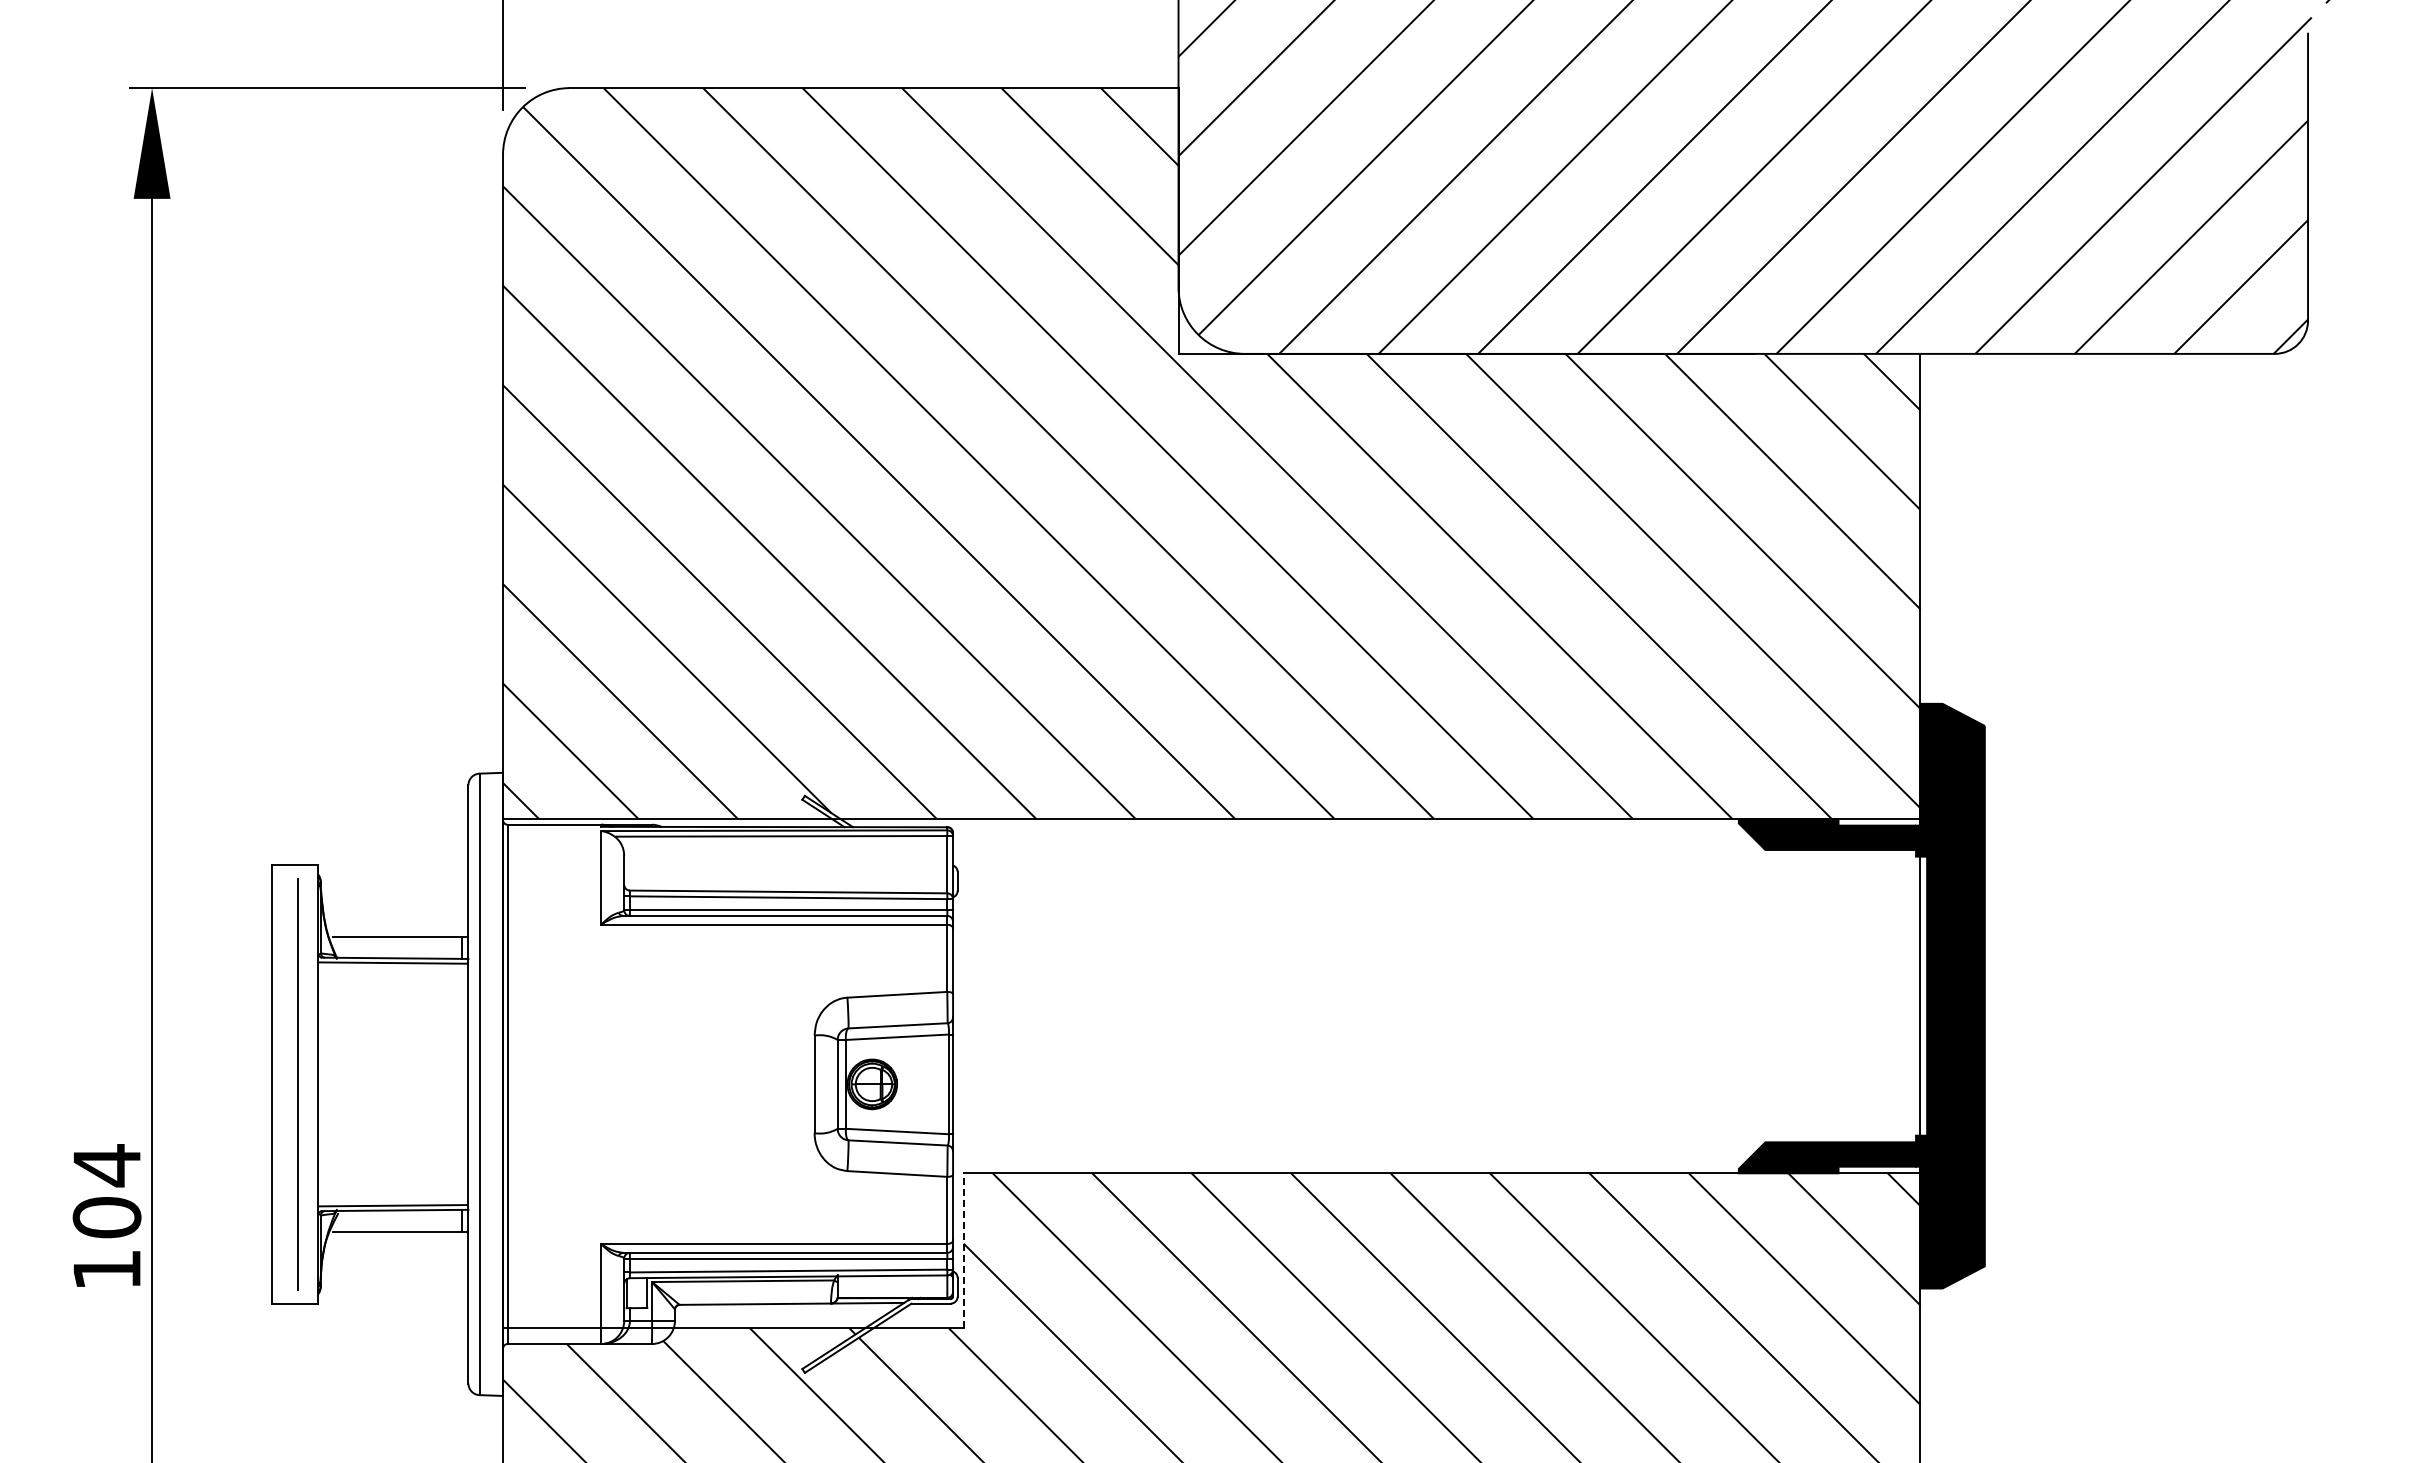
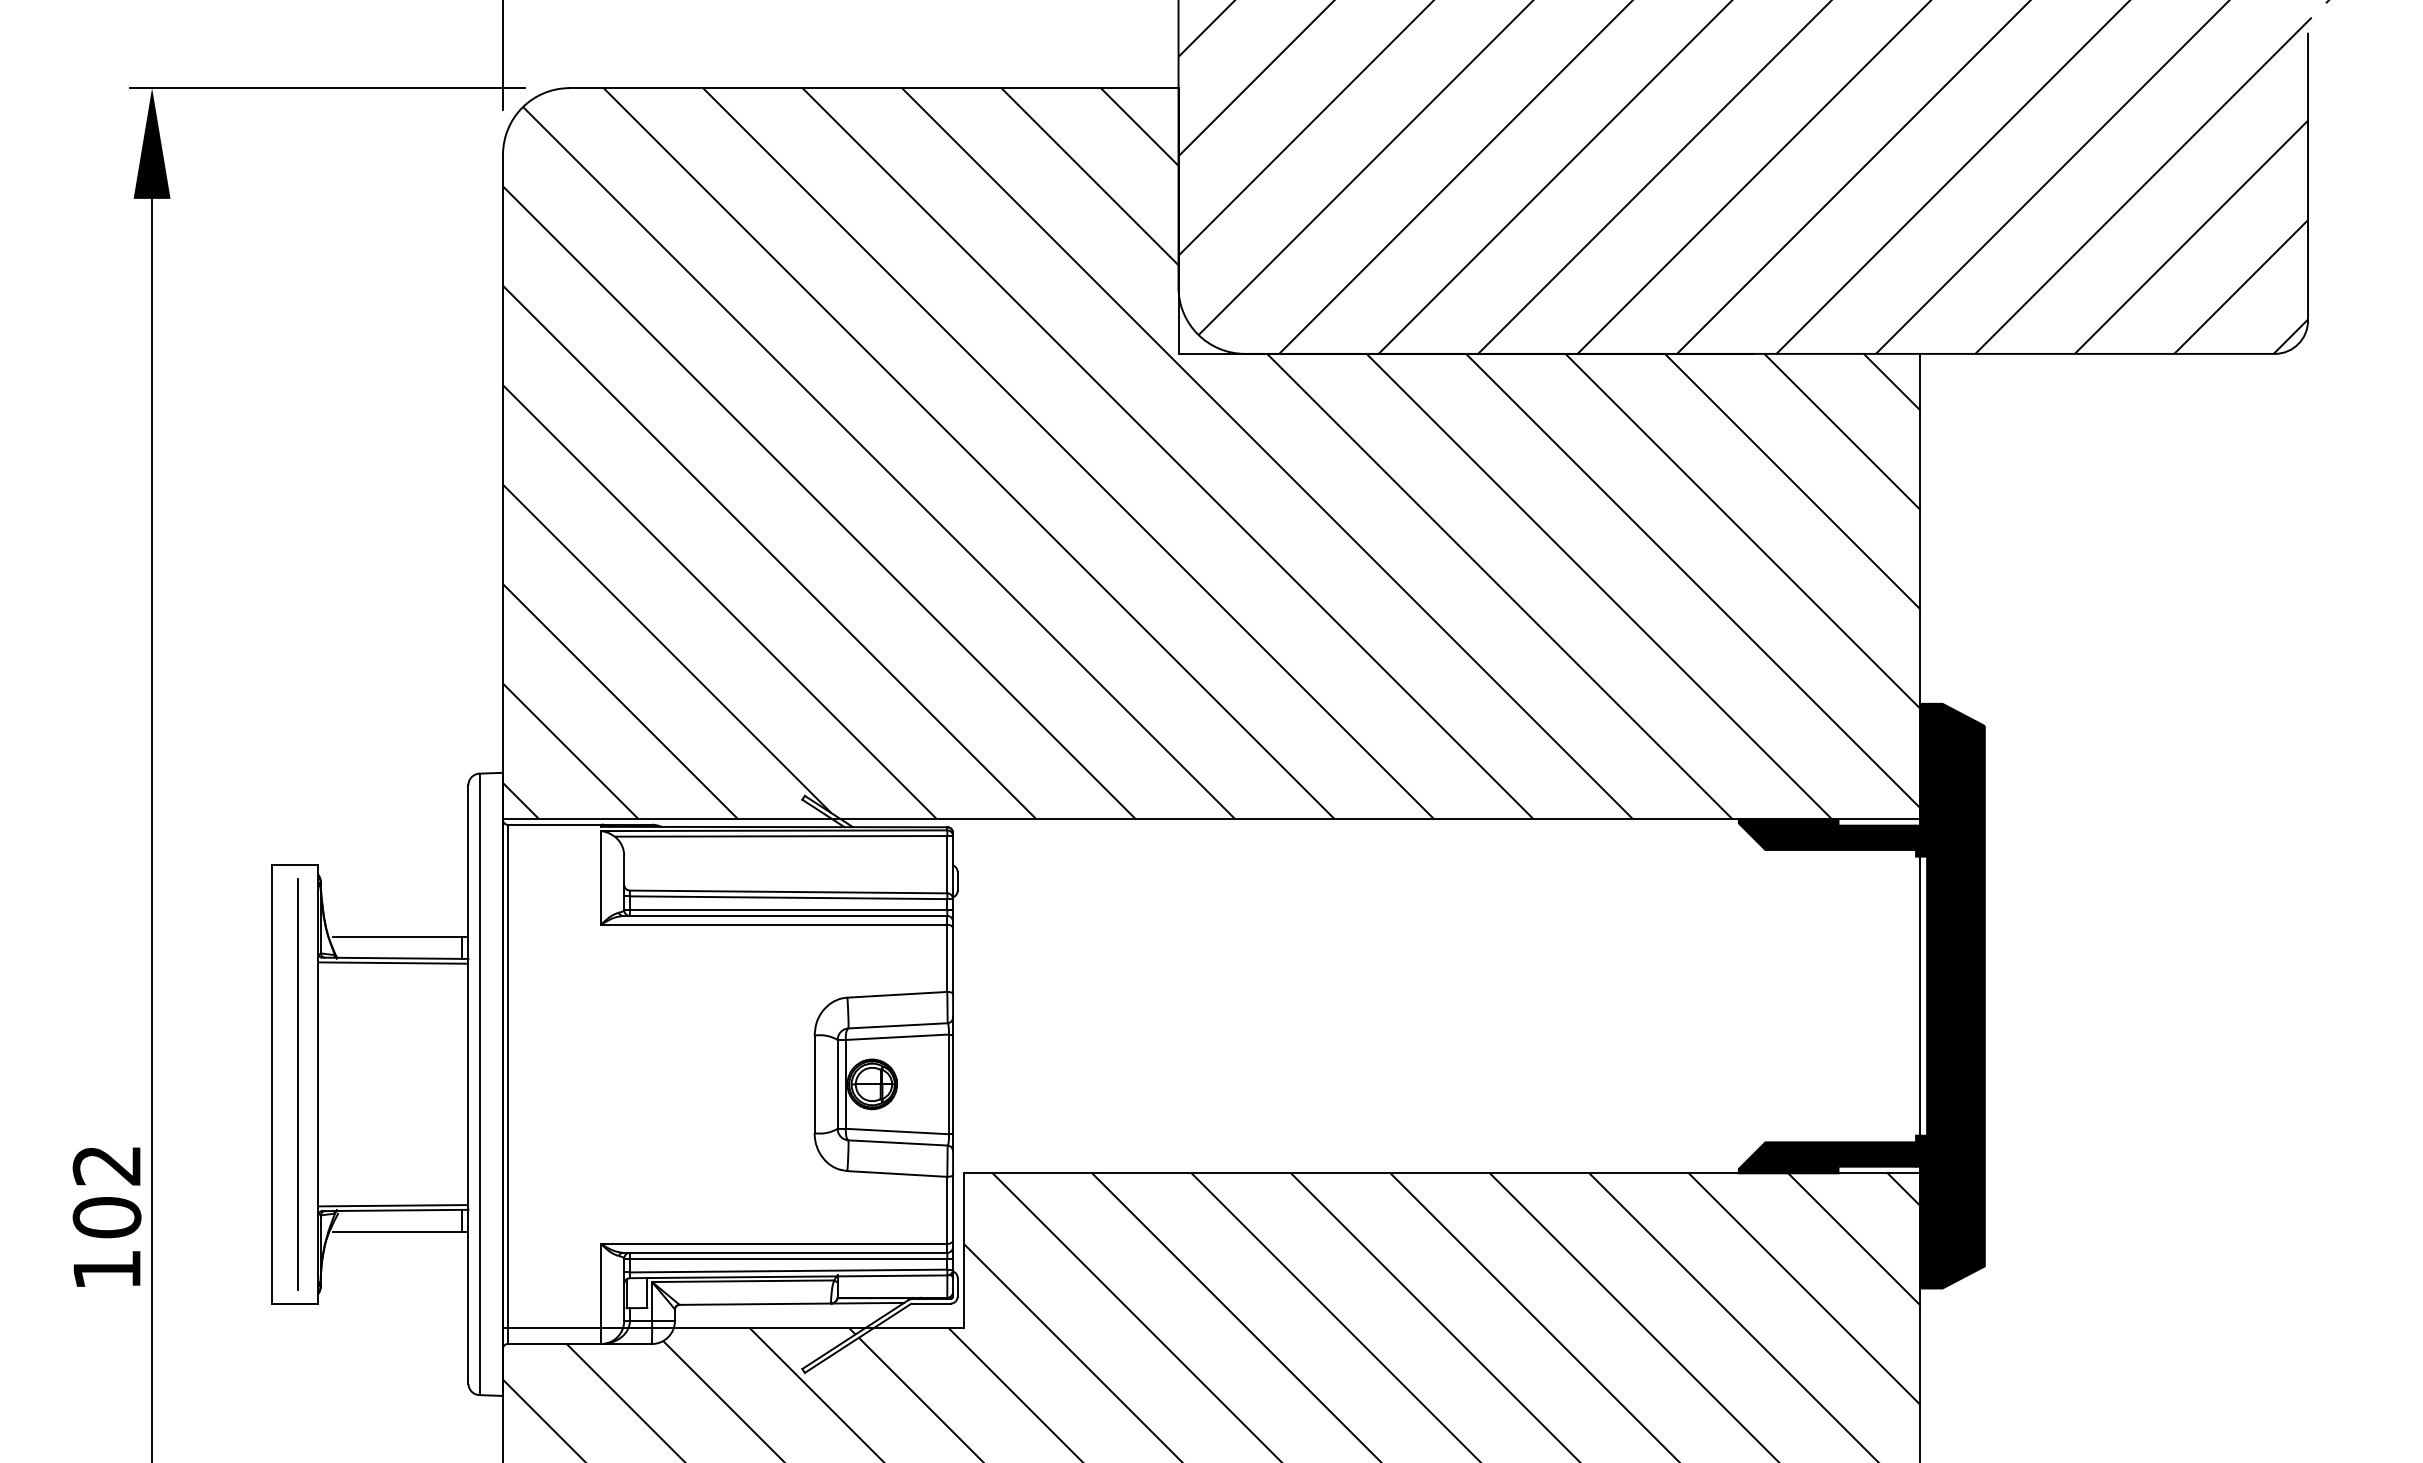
text at (106, 1165): 104 -> 102
line at (963, 1250): dashed -> solid
